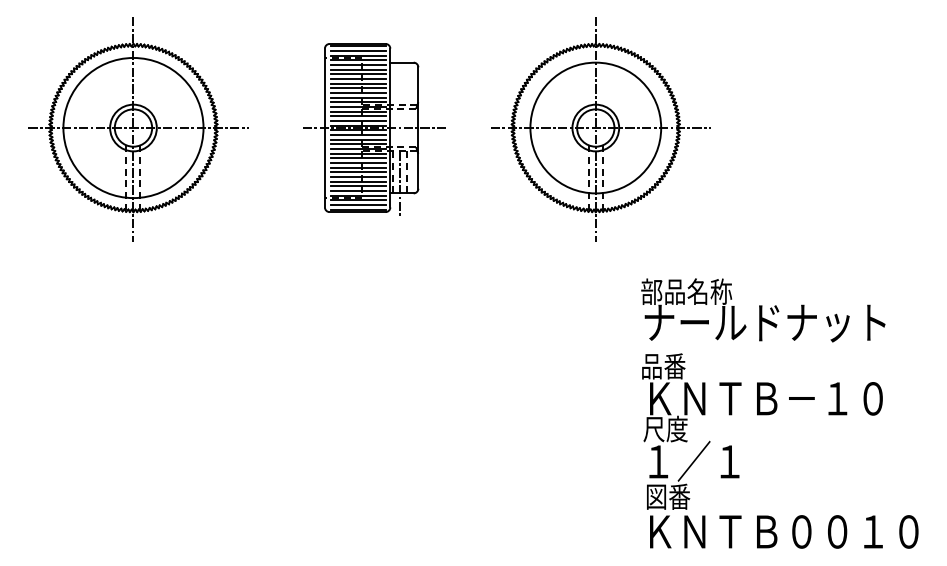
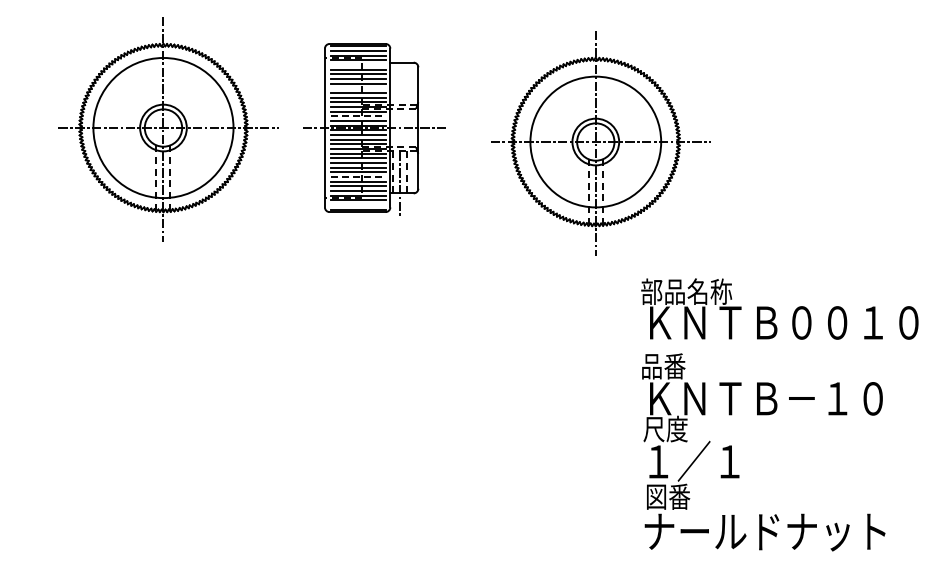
line at (357, 64): present -> none
line at (357, 88): present -> none
line at (358, 116): solid -> dashed
part at (138, 129) position: (138, 129) -> (168, 129)
part at (600, 129) position: (600, 129) -> (600, 143)
line at (358, 177): solid -> dashed
line at (357, 205): present -> none
text at (781, 323): ナールドナット -> ＫＮＴＢ００１０
text at (781, 532): ＫＮＴＢ００１０ -> ナールドナット
